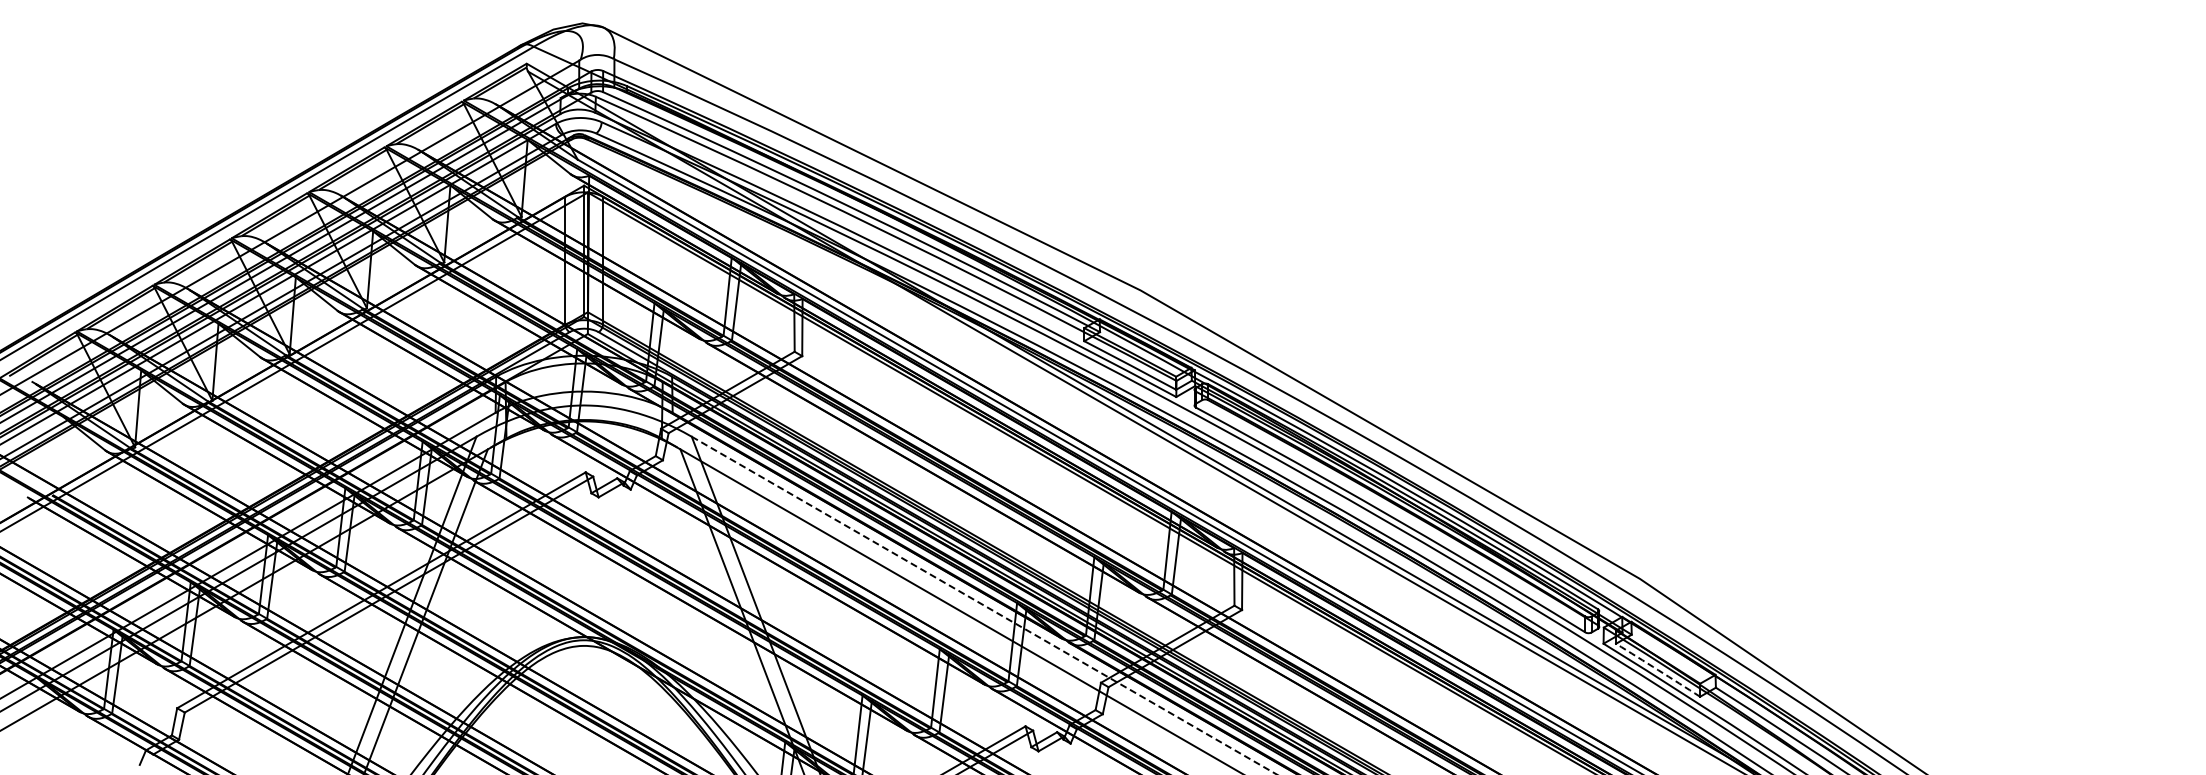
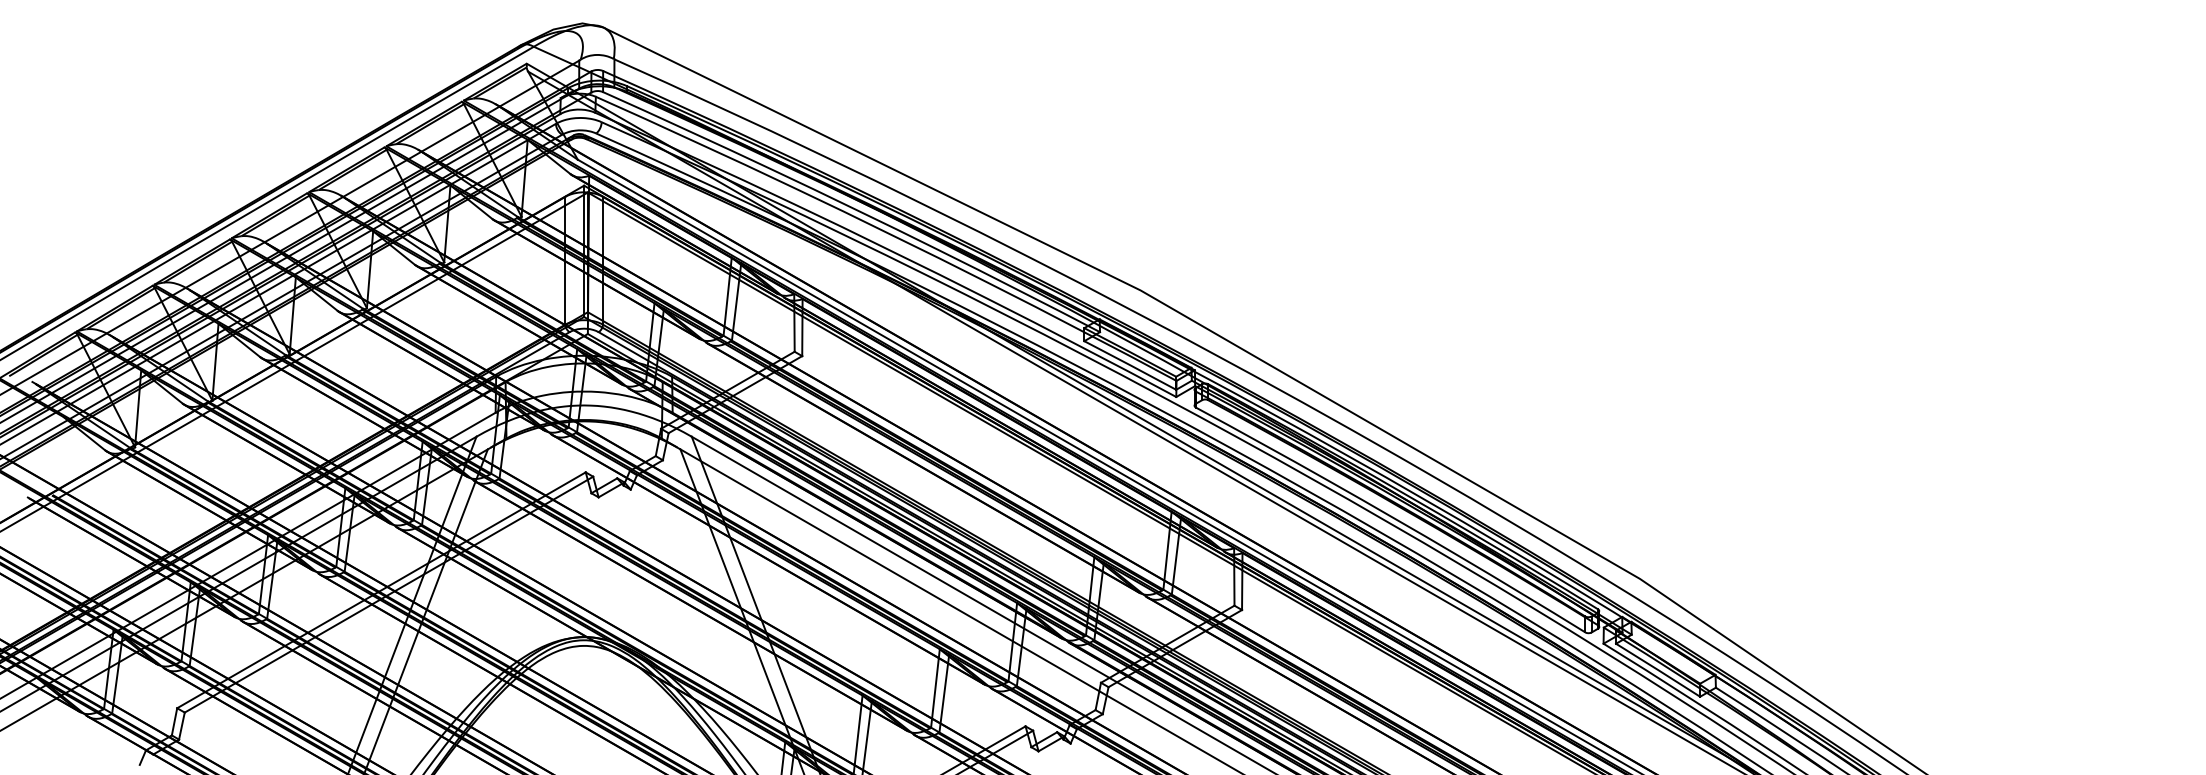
line at (984, 605): dashed -> solid
arc at (1658, 670): dashed -> solid
